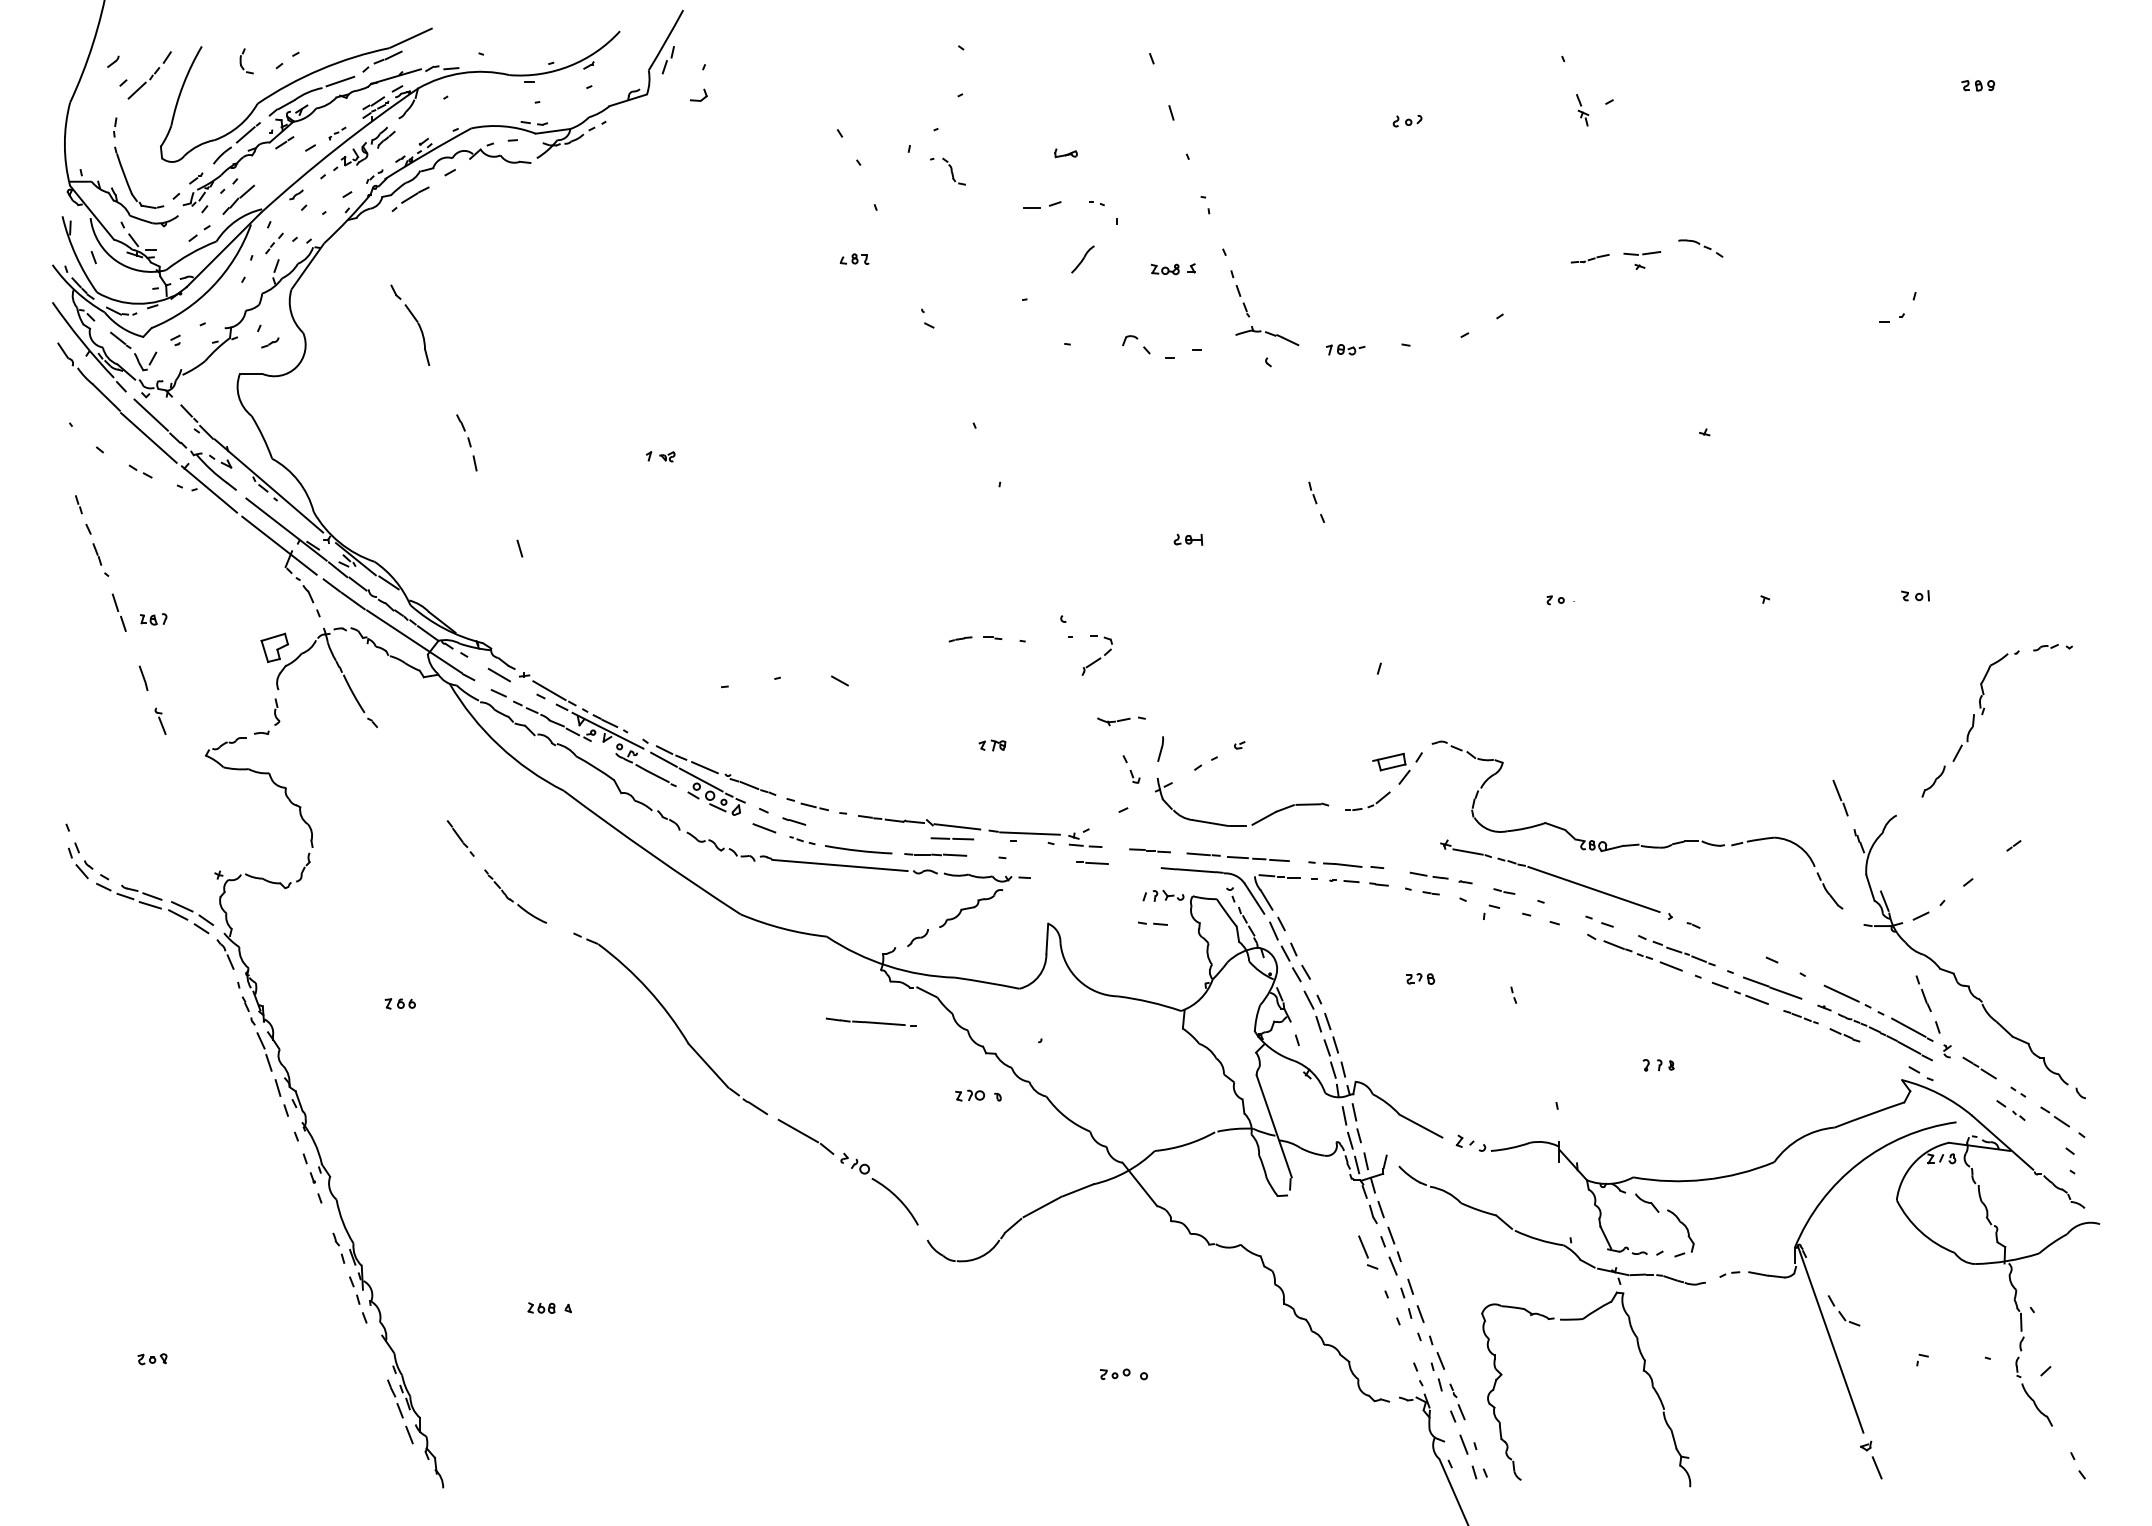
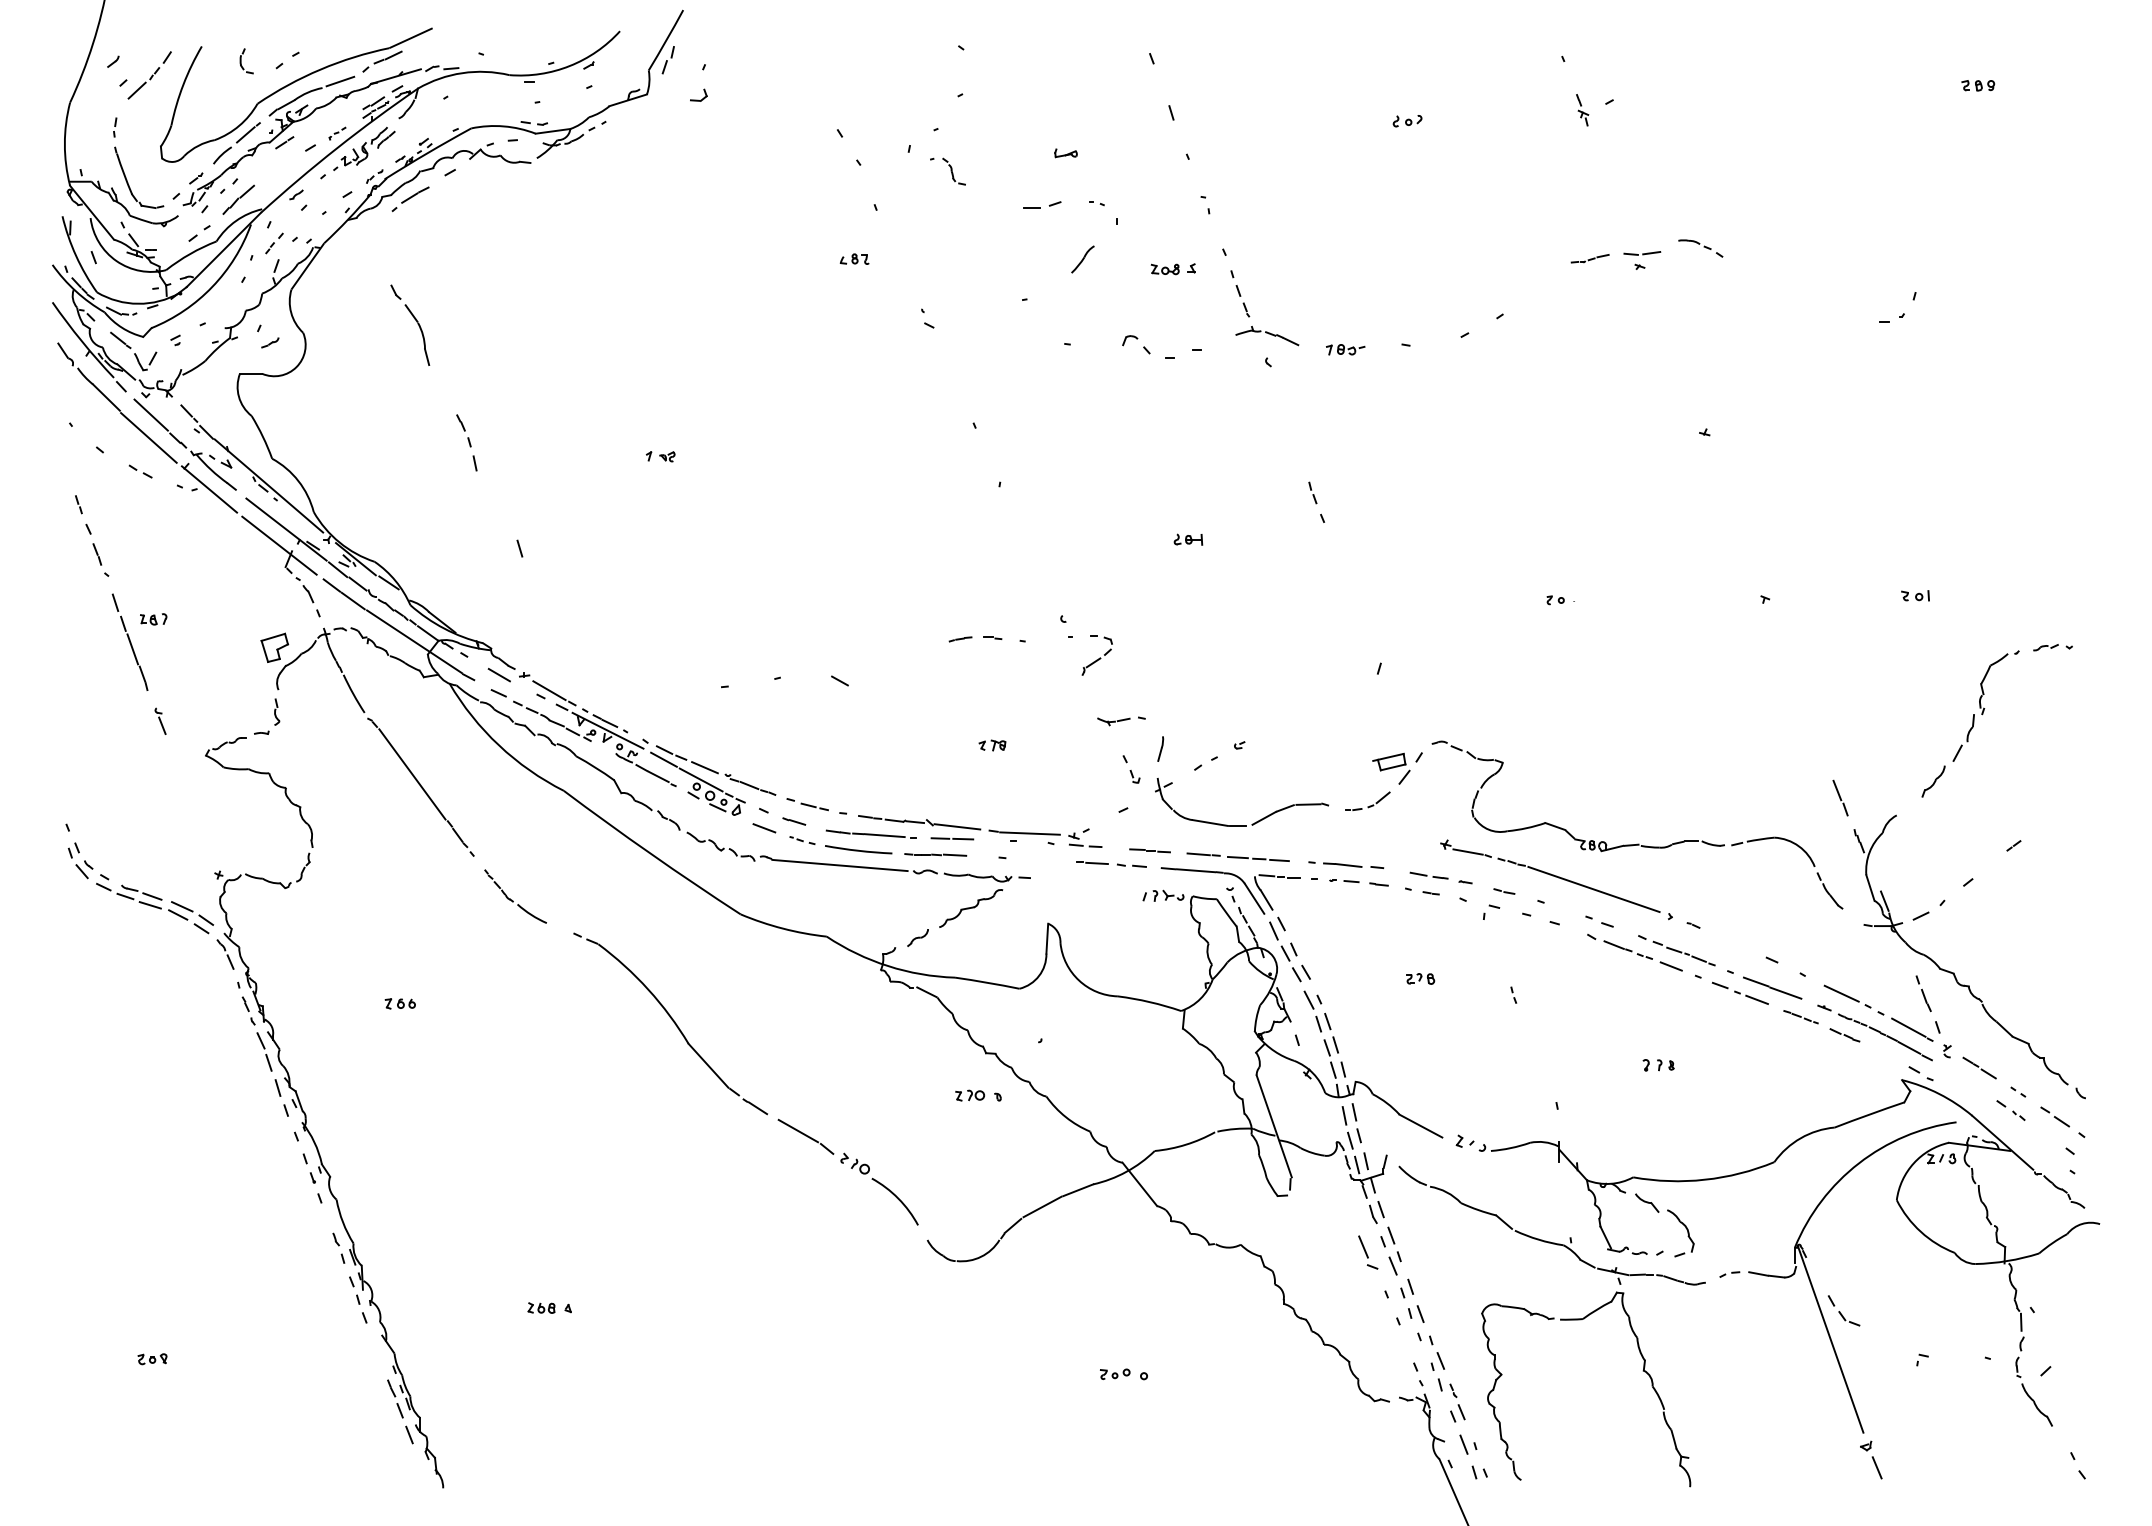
line at (132, 649): none -> present
line at (412, 774): none -> present
part at (1152, 923) position: (1152, 923) -> (1131, 865)
part at (870, 1021) position: (870, 1021) -> (870, 833)
